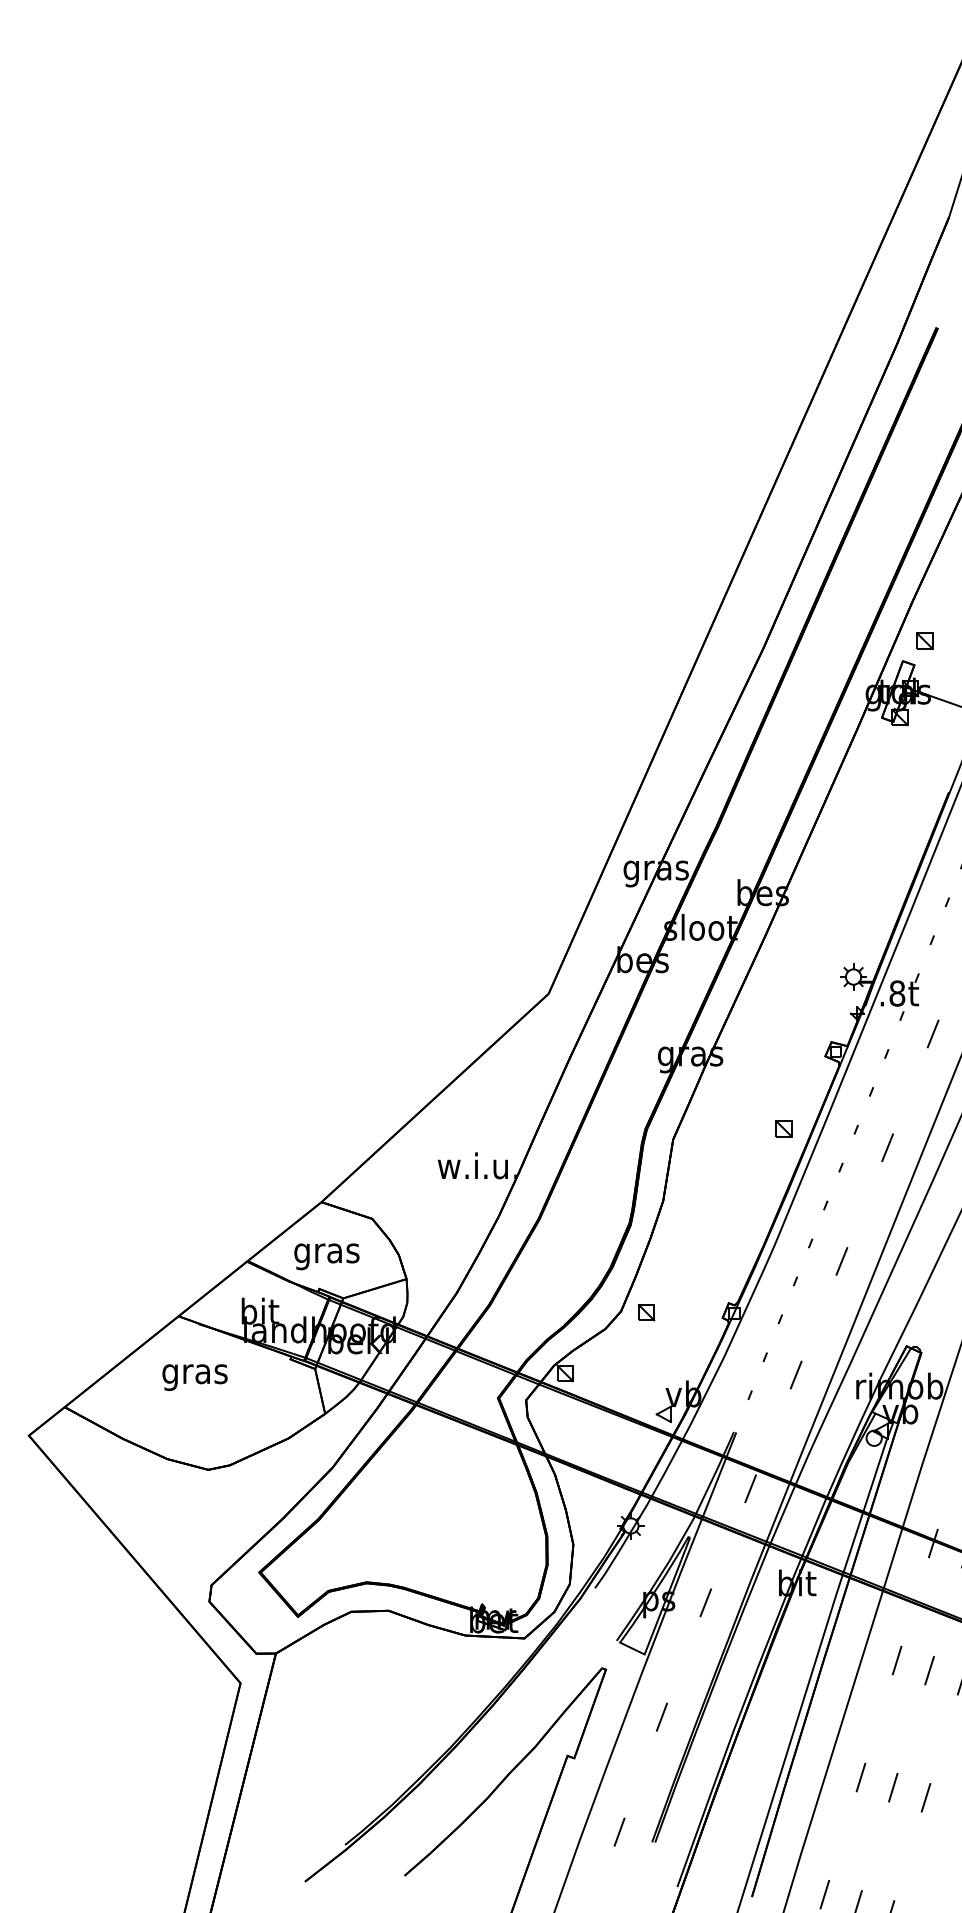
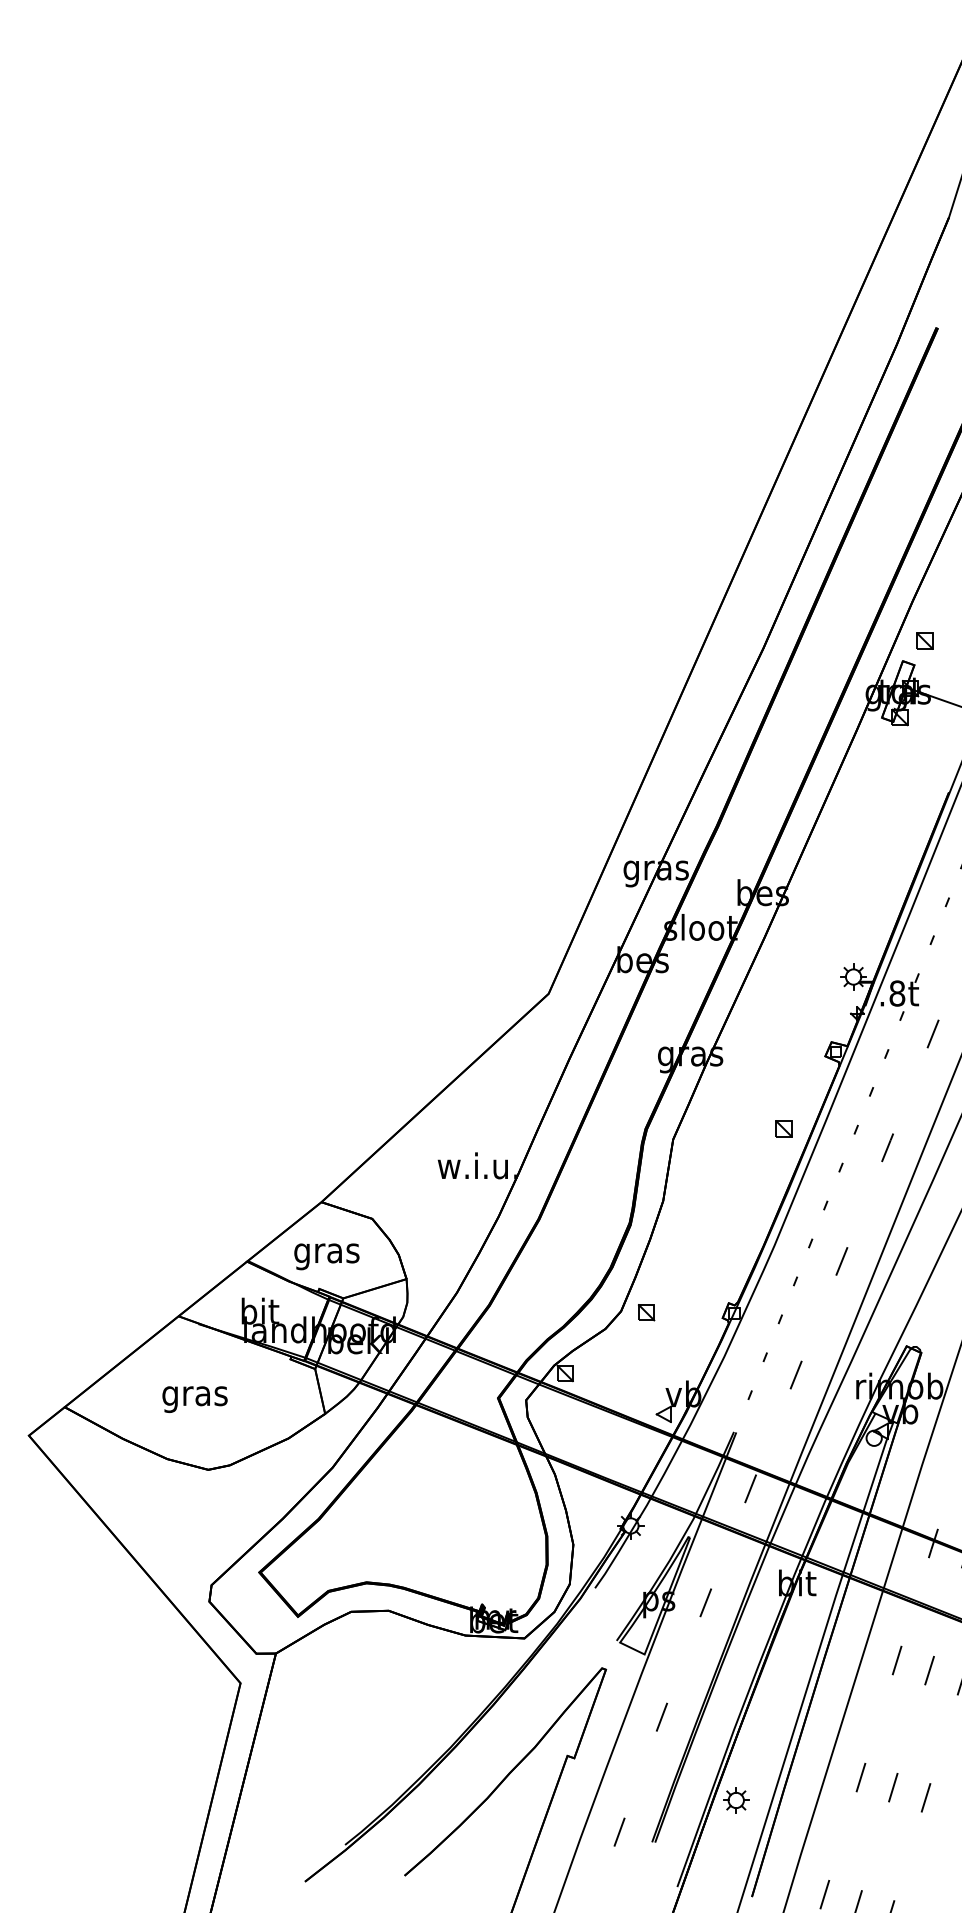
text at (194, 1377) position: (194, 1377) -> (194, 1399)
part at (736, 1800): none -> present
